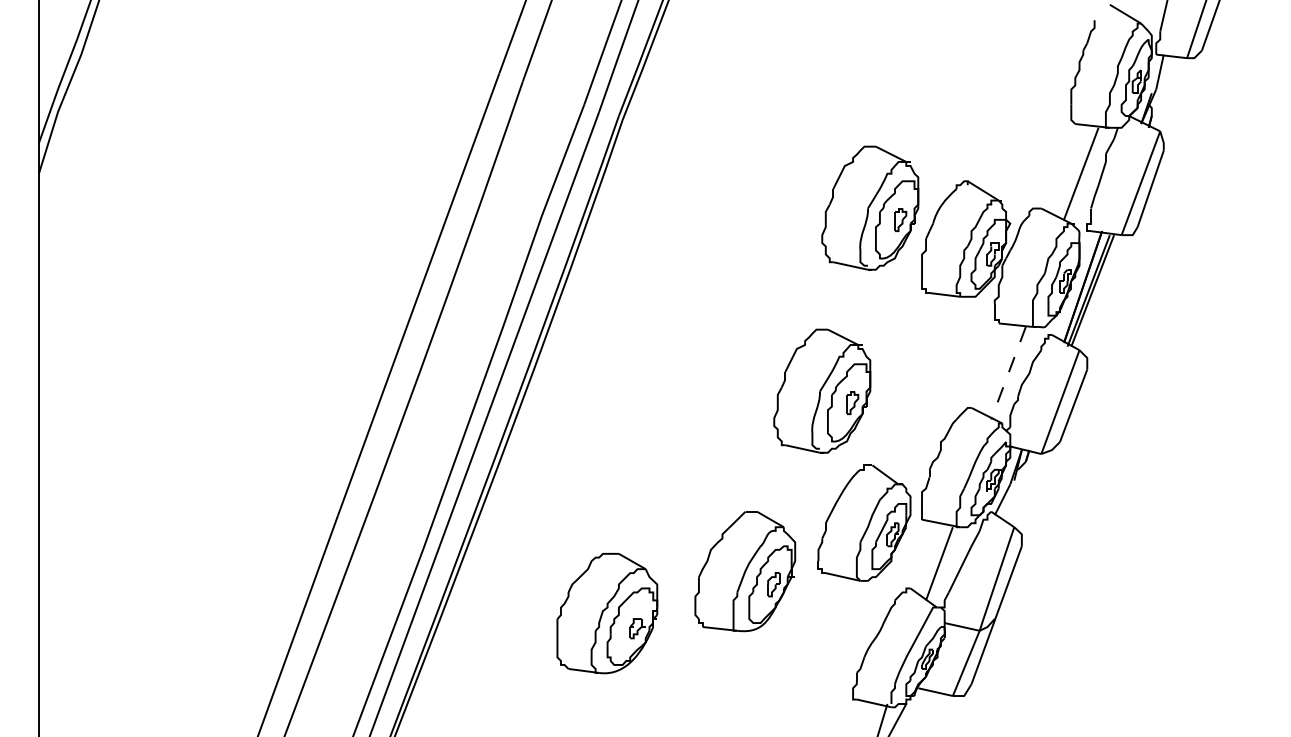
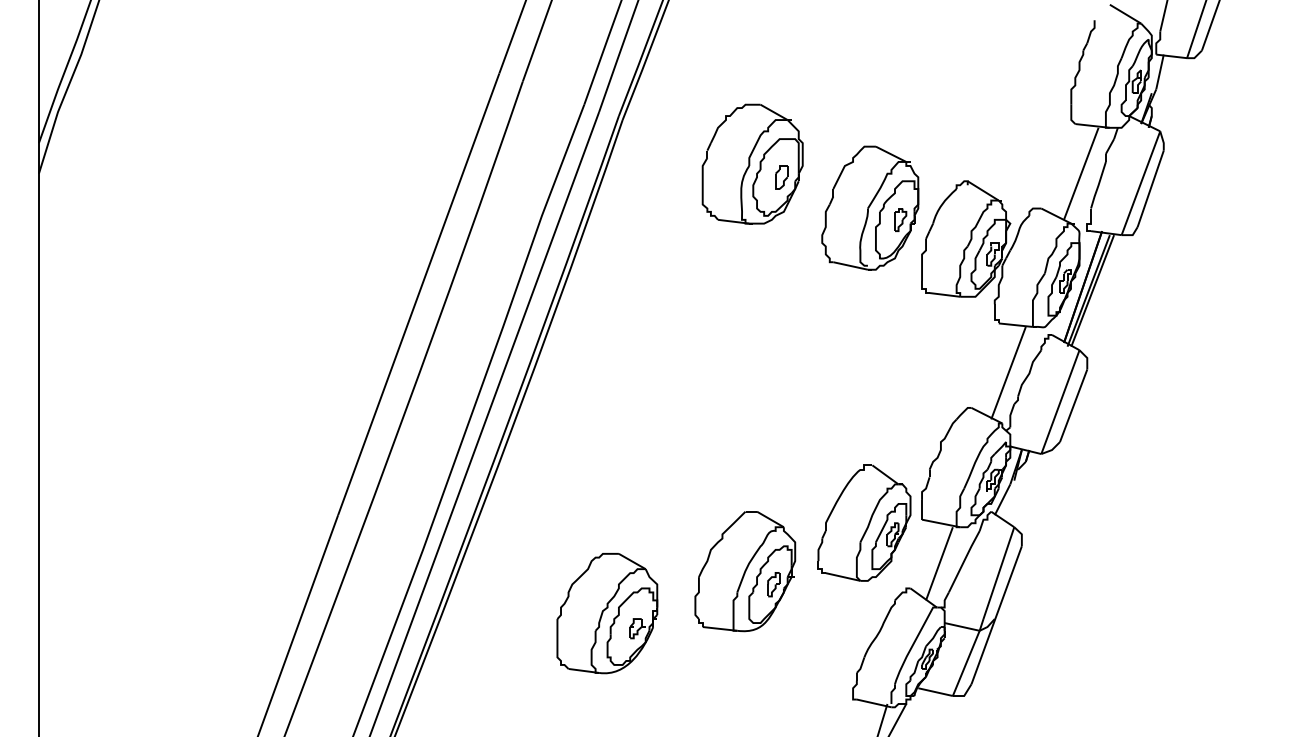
part at (752, 163): none -> present
line at (1008, 373): dashed -> solid
part at (822, 390): present -> none
